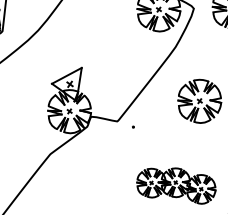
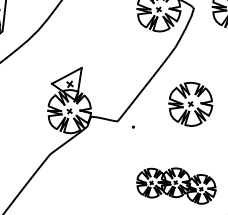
part at (199, 100) position: (199, 100) -> (190, 103)
